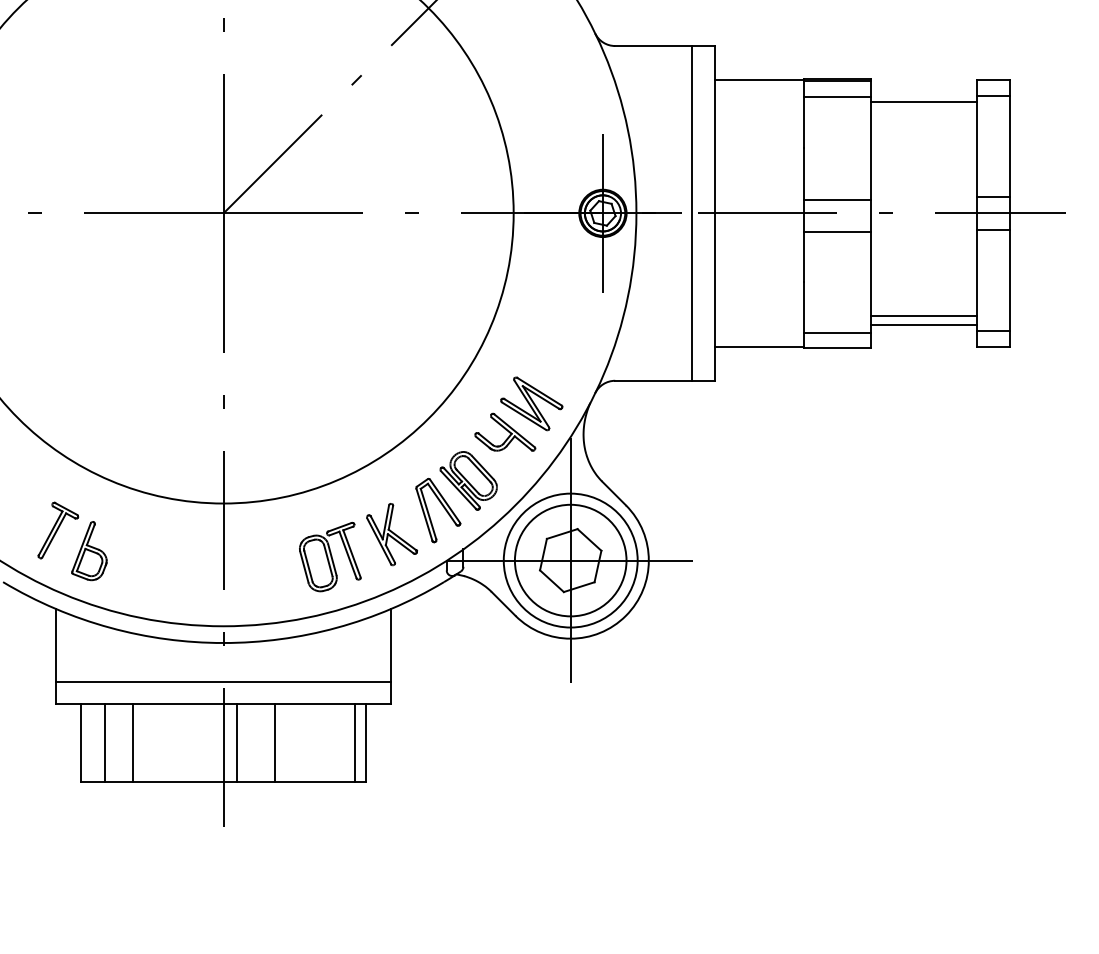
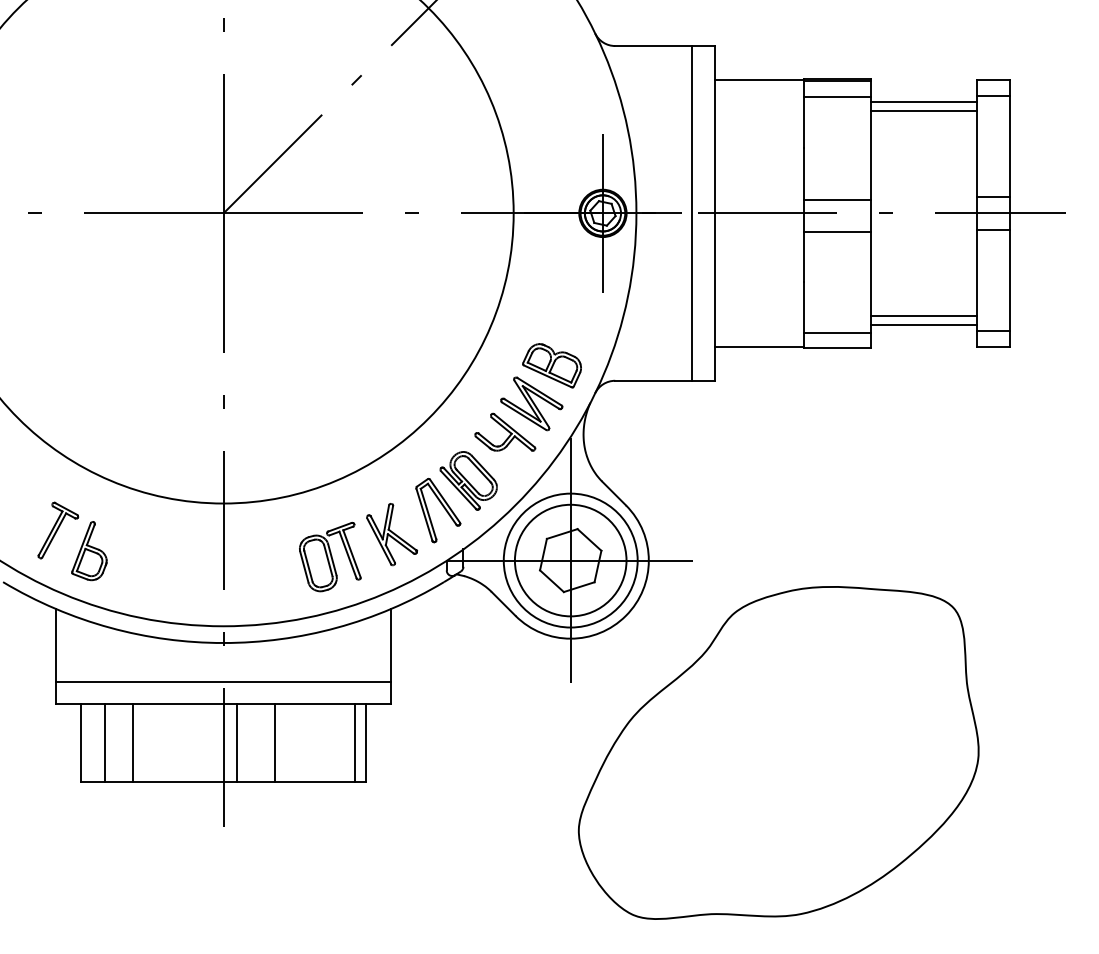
line at (923, 110): none -> present
part at (551, 365): none -> present
part at (778, 752): none -> present
